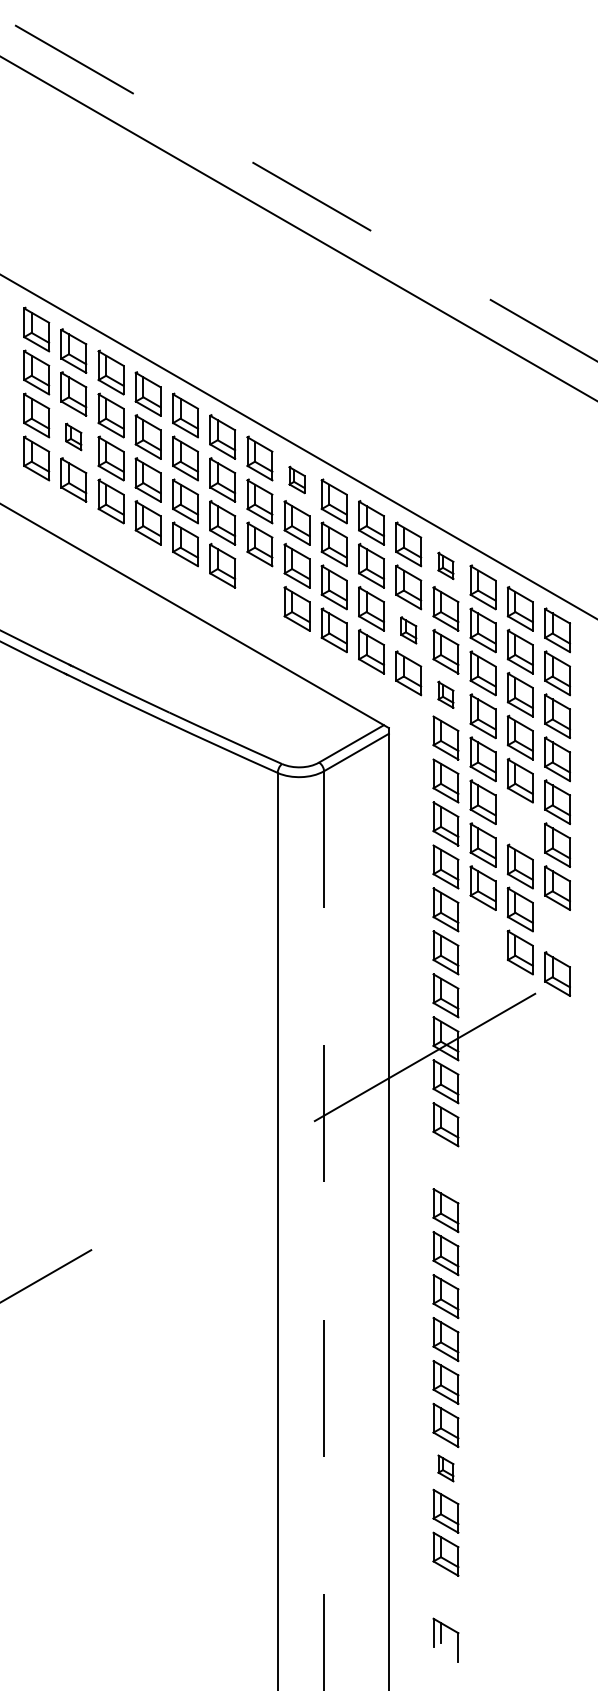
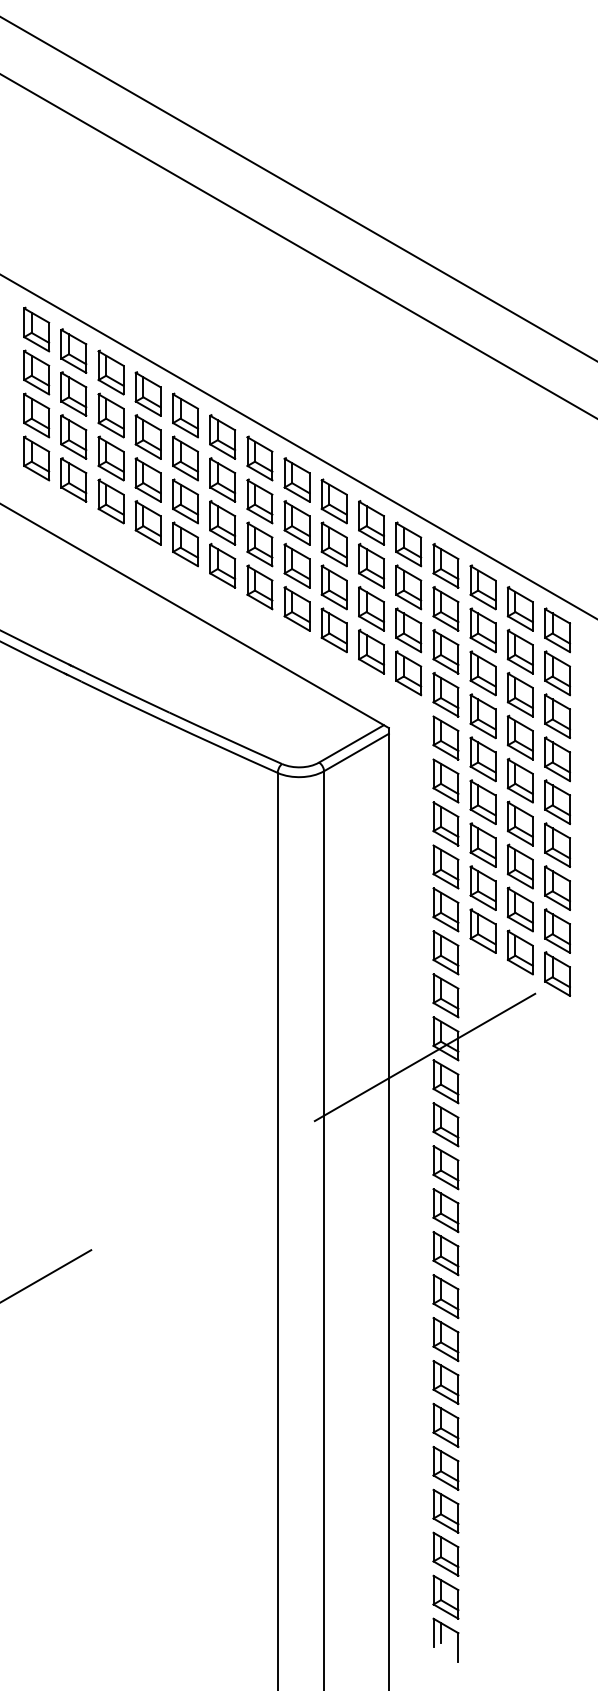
line at (298, 189): dashed -> solid
line at (298, 228) position: (298, 228) -> (298, 246)
part at (73, 436) size: 18x30 px -> 28x46 px
part at (296, 479) size: 18x30 px -> 28x46 px
part at (445, 565) size: 18x30 px -> 28x46 px
part at (259, 587): none -> present
part at (408, 630) size: 18x29 px -> 28x47 px
part at (445, 694) size: 18x29 px -> 28x46 px
part at (519, 823): none -> present
part at (482, 930): none -> present
part at (557, 930): none -> present
part at (445, 1167): none -> present
line at (324, 1231): dashed -> solid
part at (445, 1468) size: 18x29 px -> 28x45 px
part at (445, 1596): none -> present
